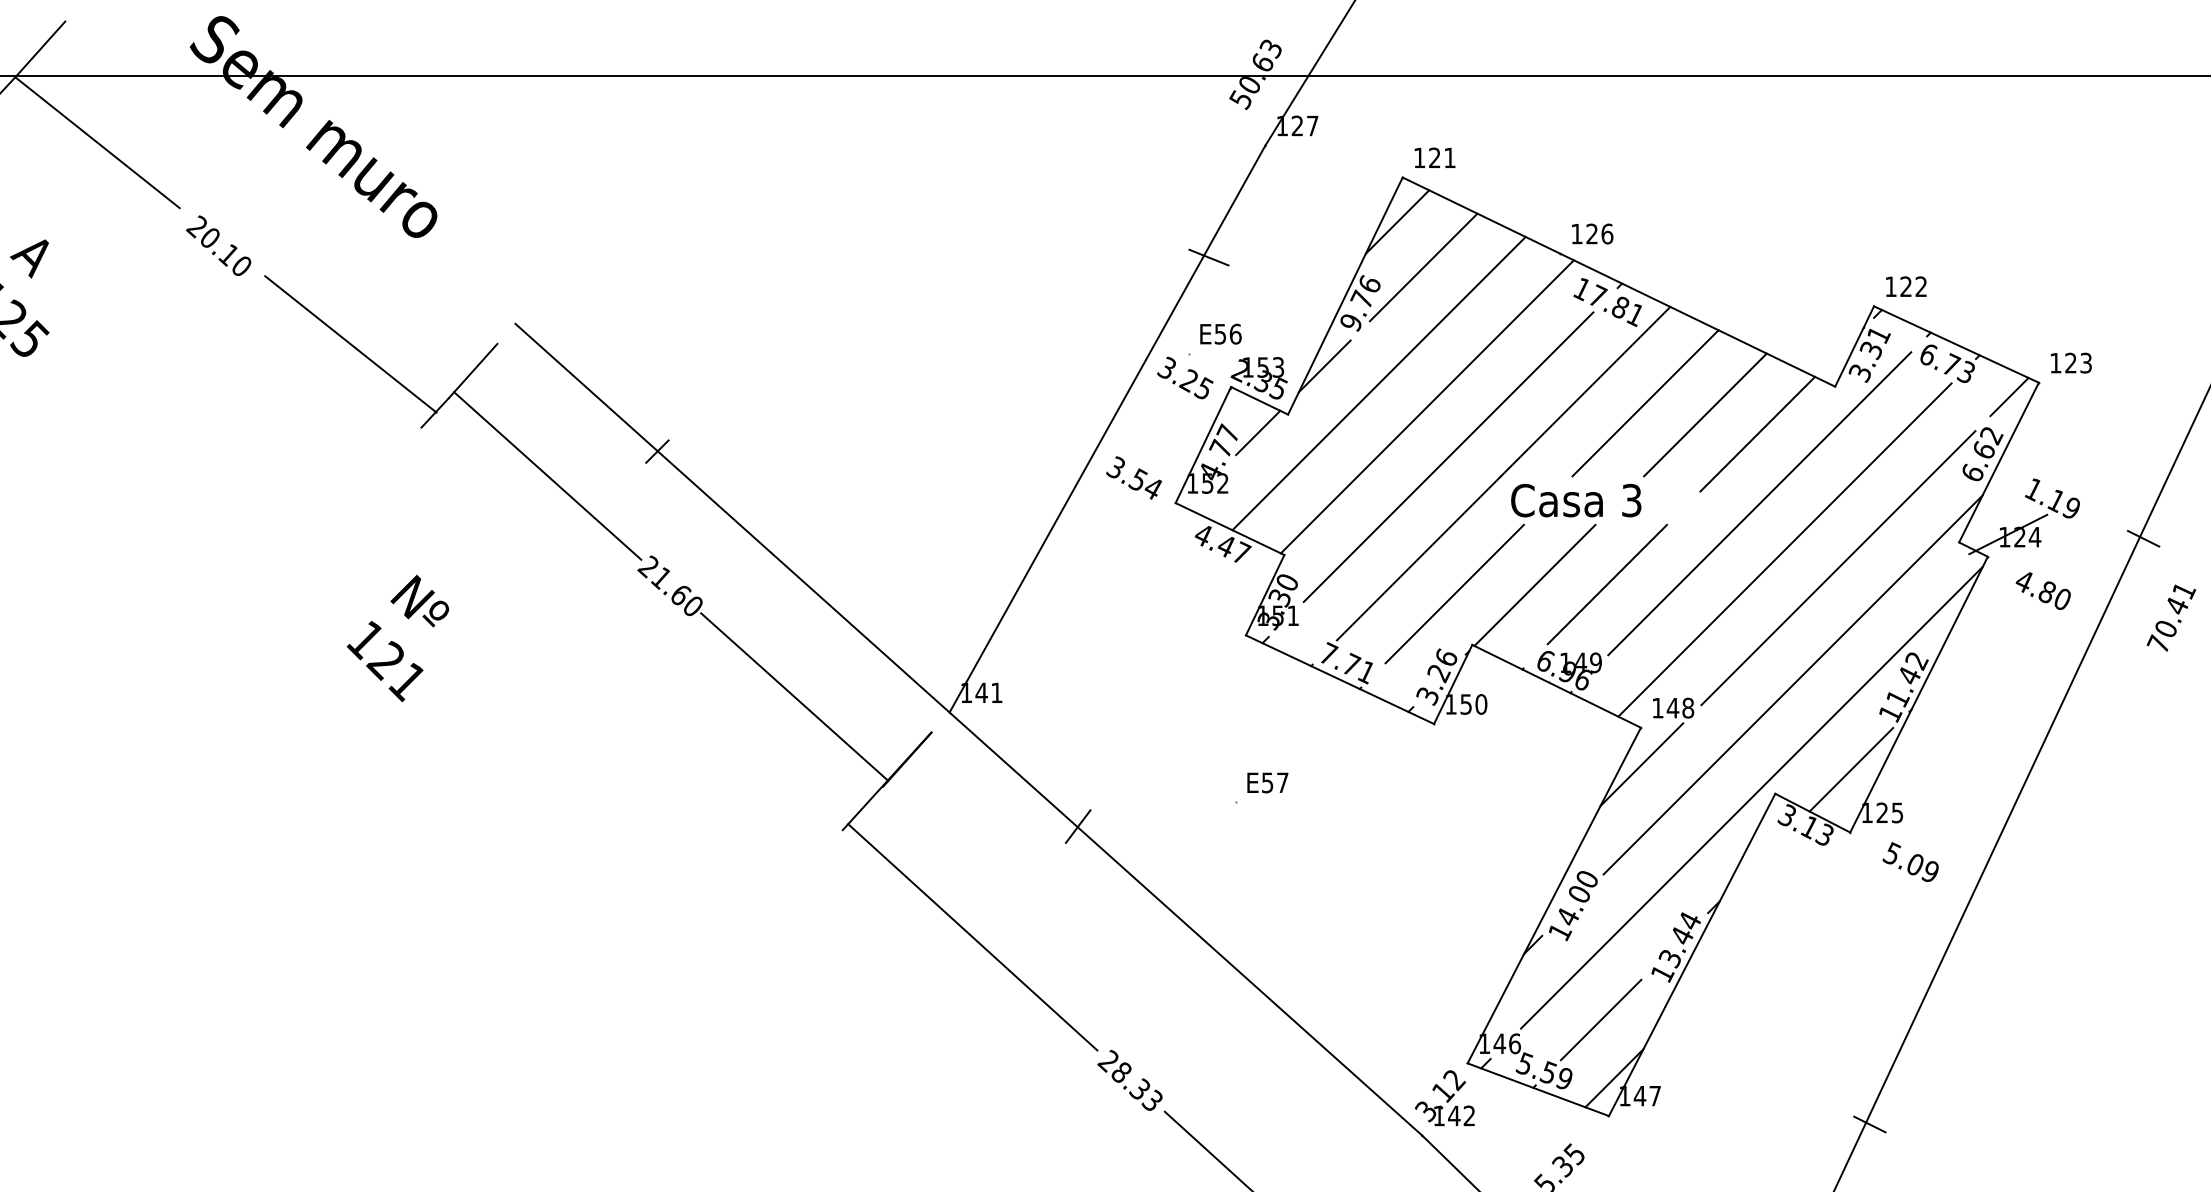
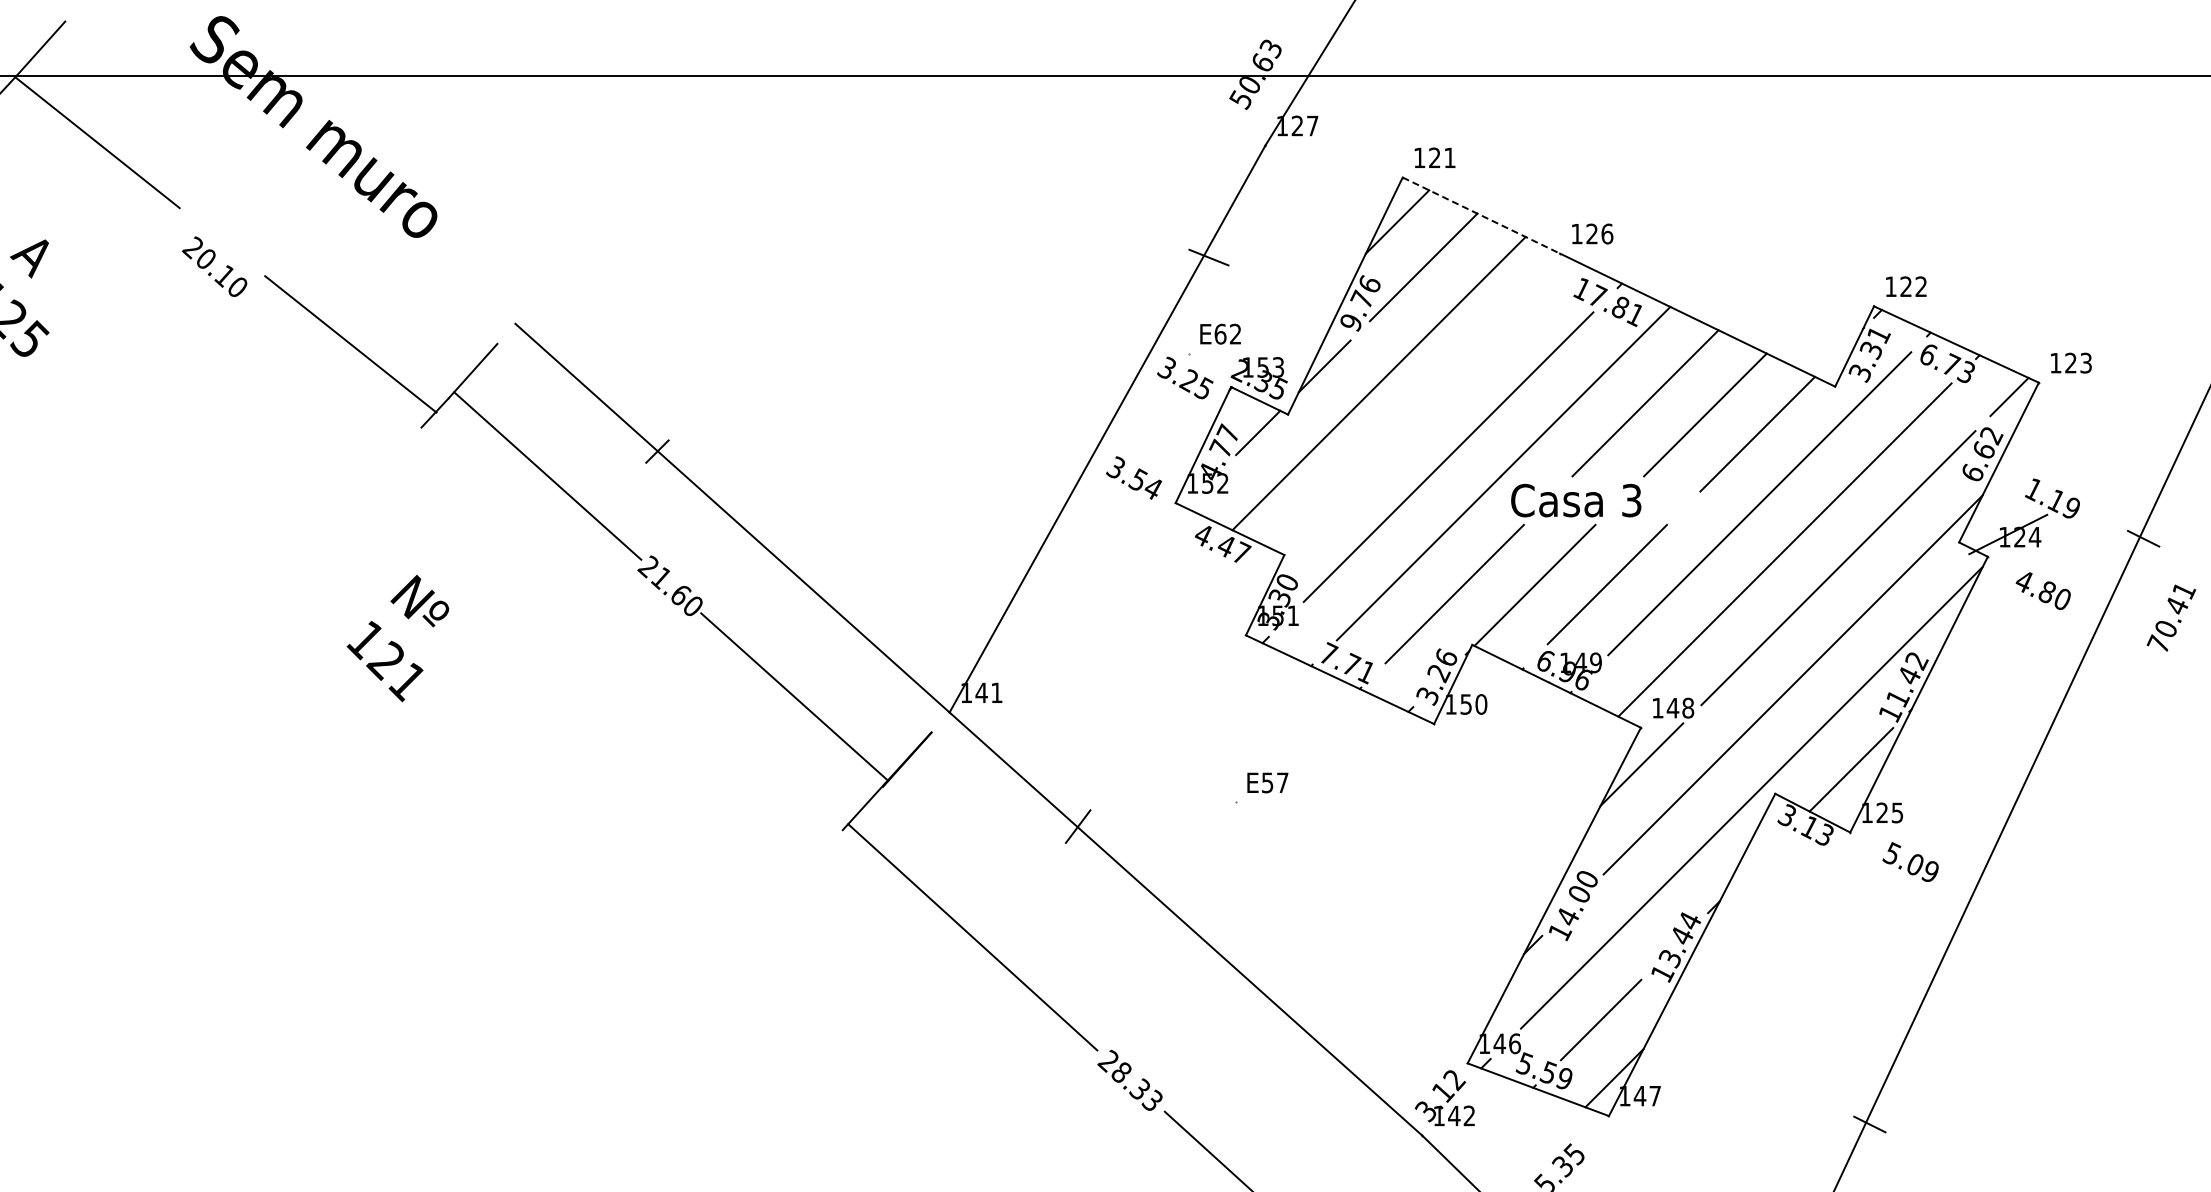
line at (1481, 215): solid -> dashed
text at (218, 245) position: (218, 245) -> (214, 266)
text at (1227, 333): E56 -> E62
line at (1426, 406): present -> none
